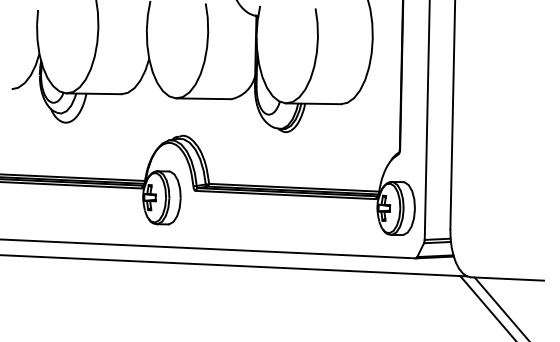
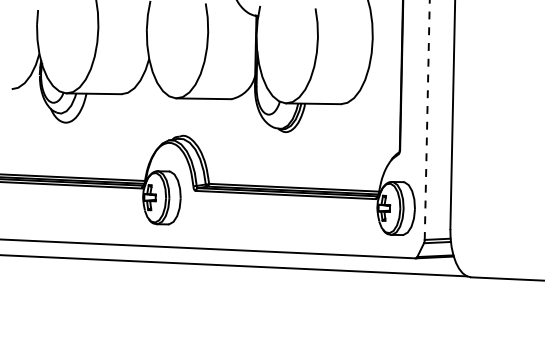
line at (427, 120): solid -> dashed
line at (486, 307): present -> none
line at (500, 307): present -> none
